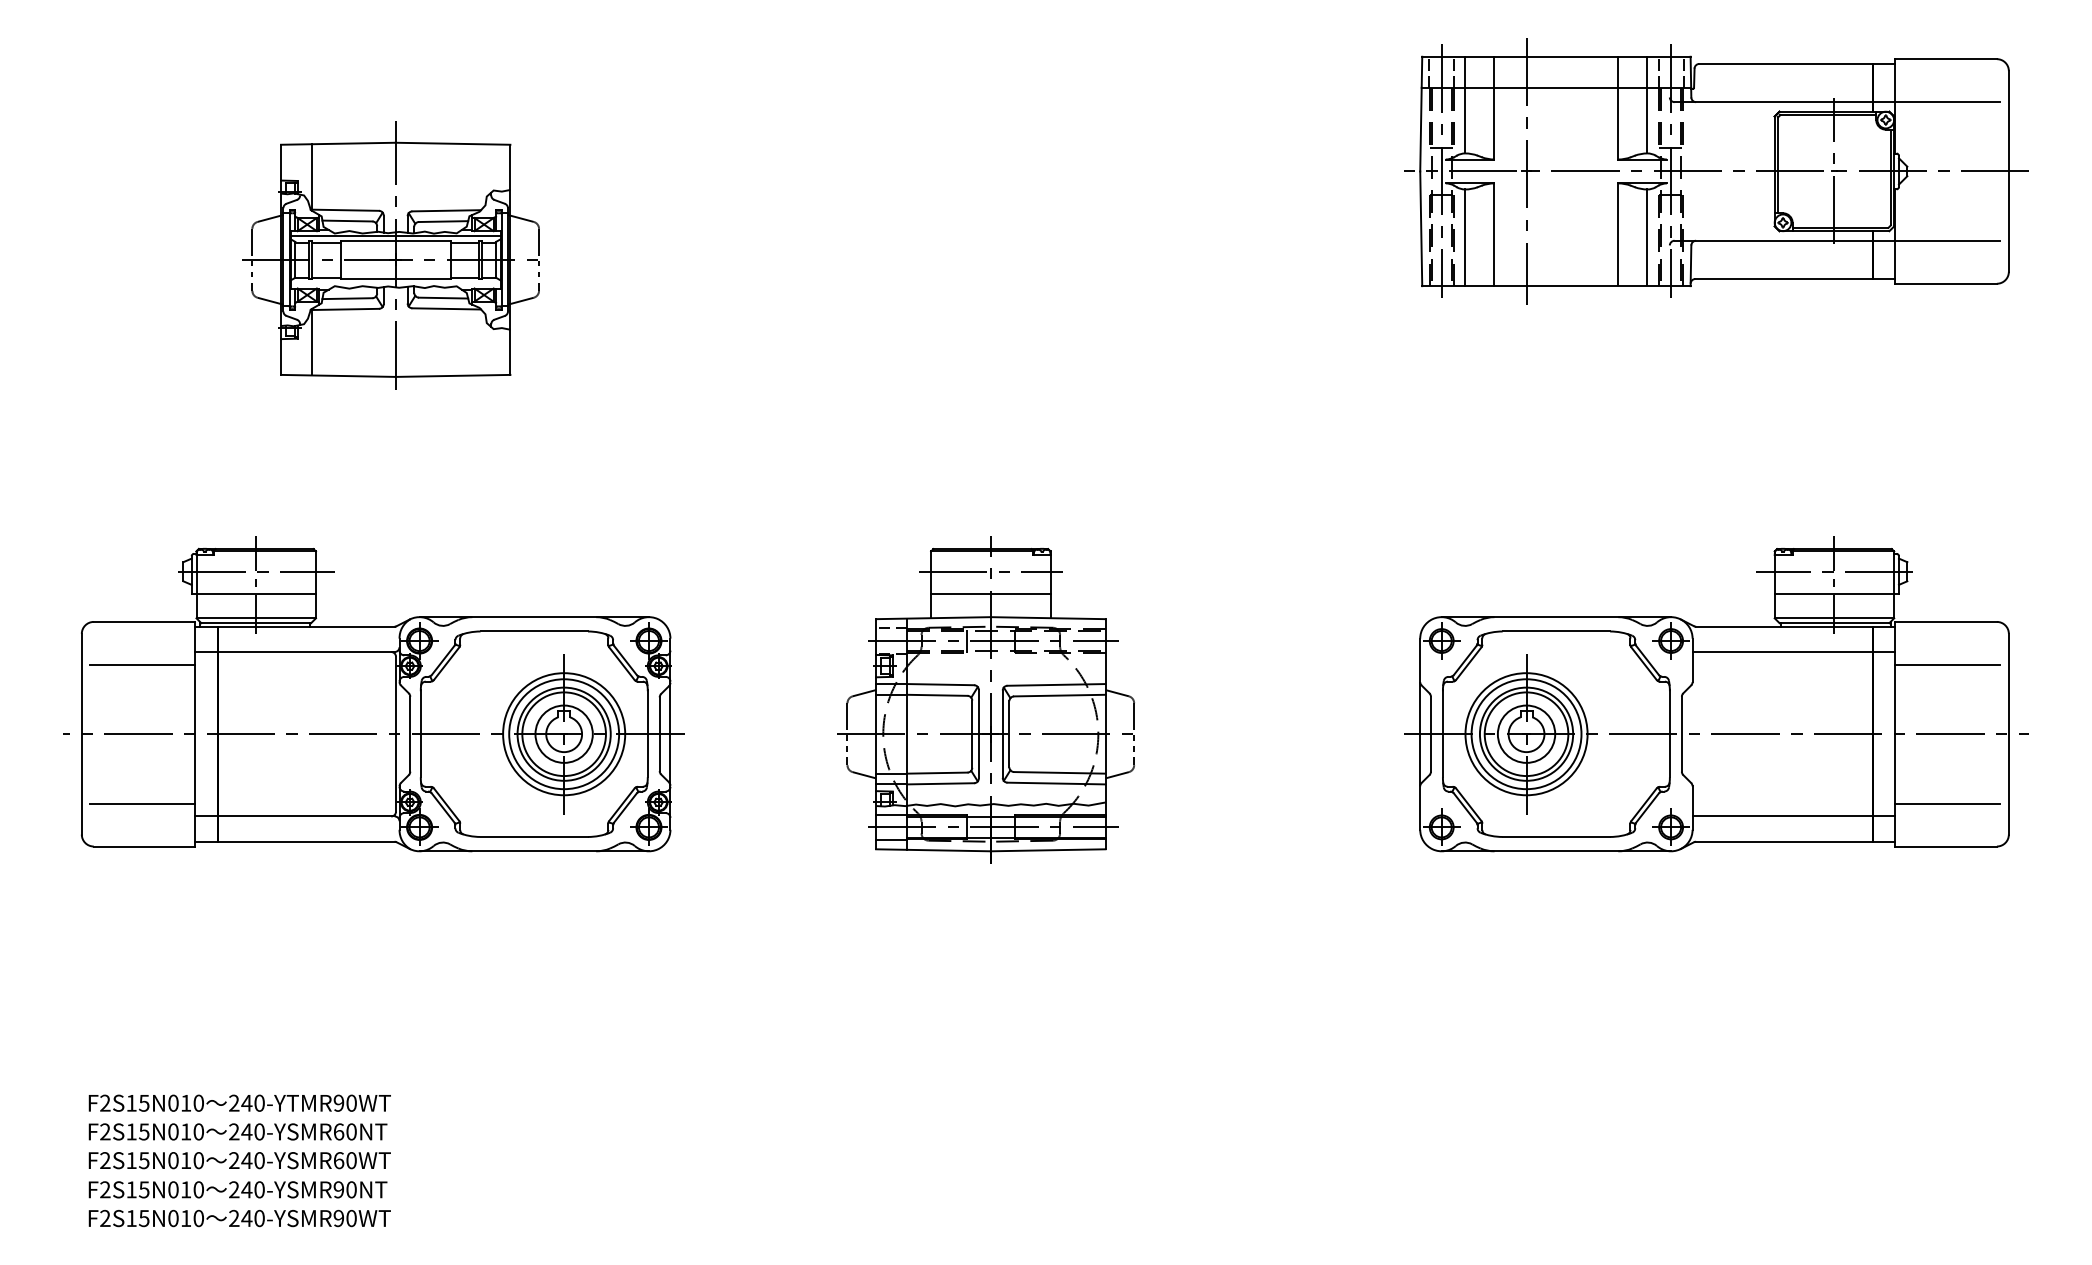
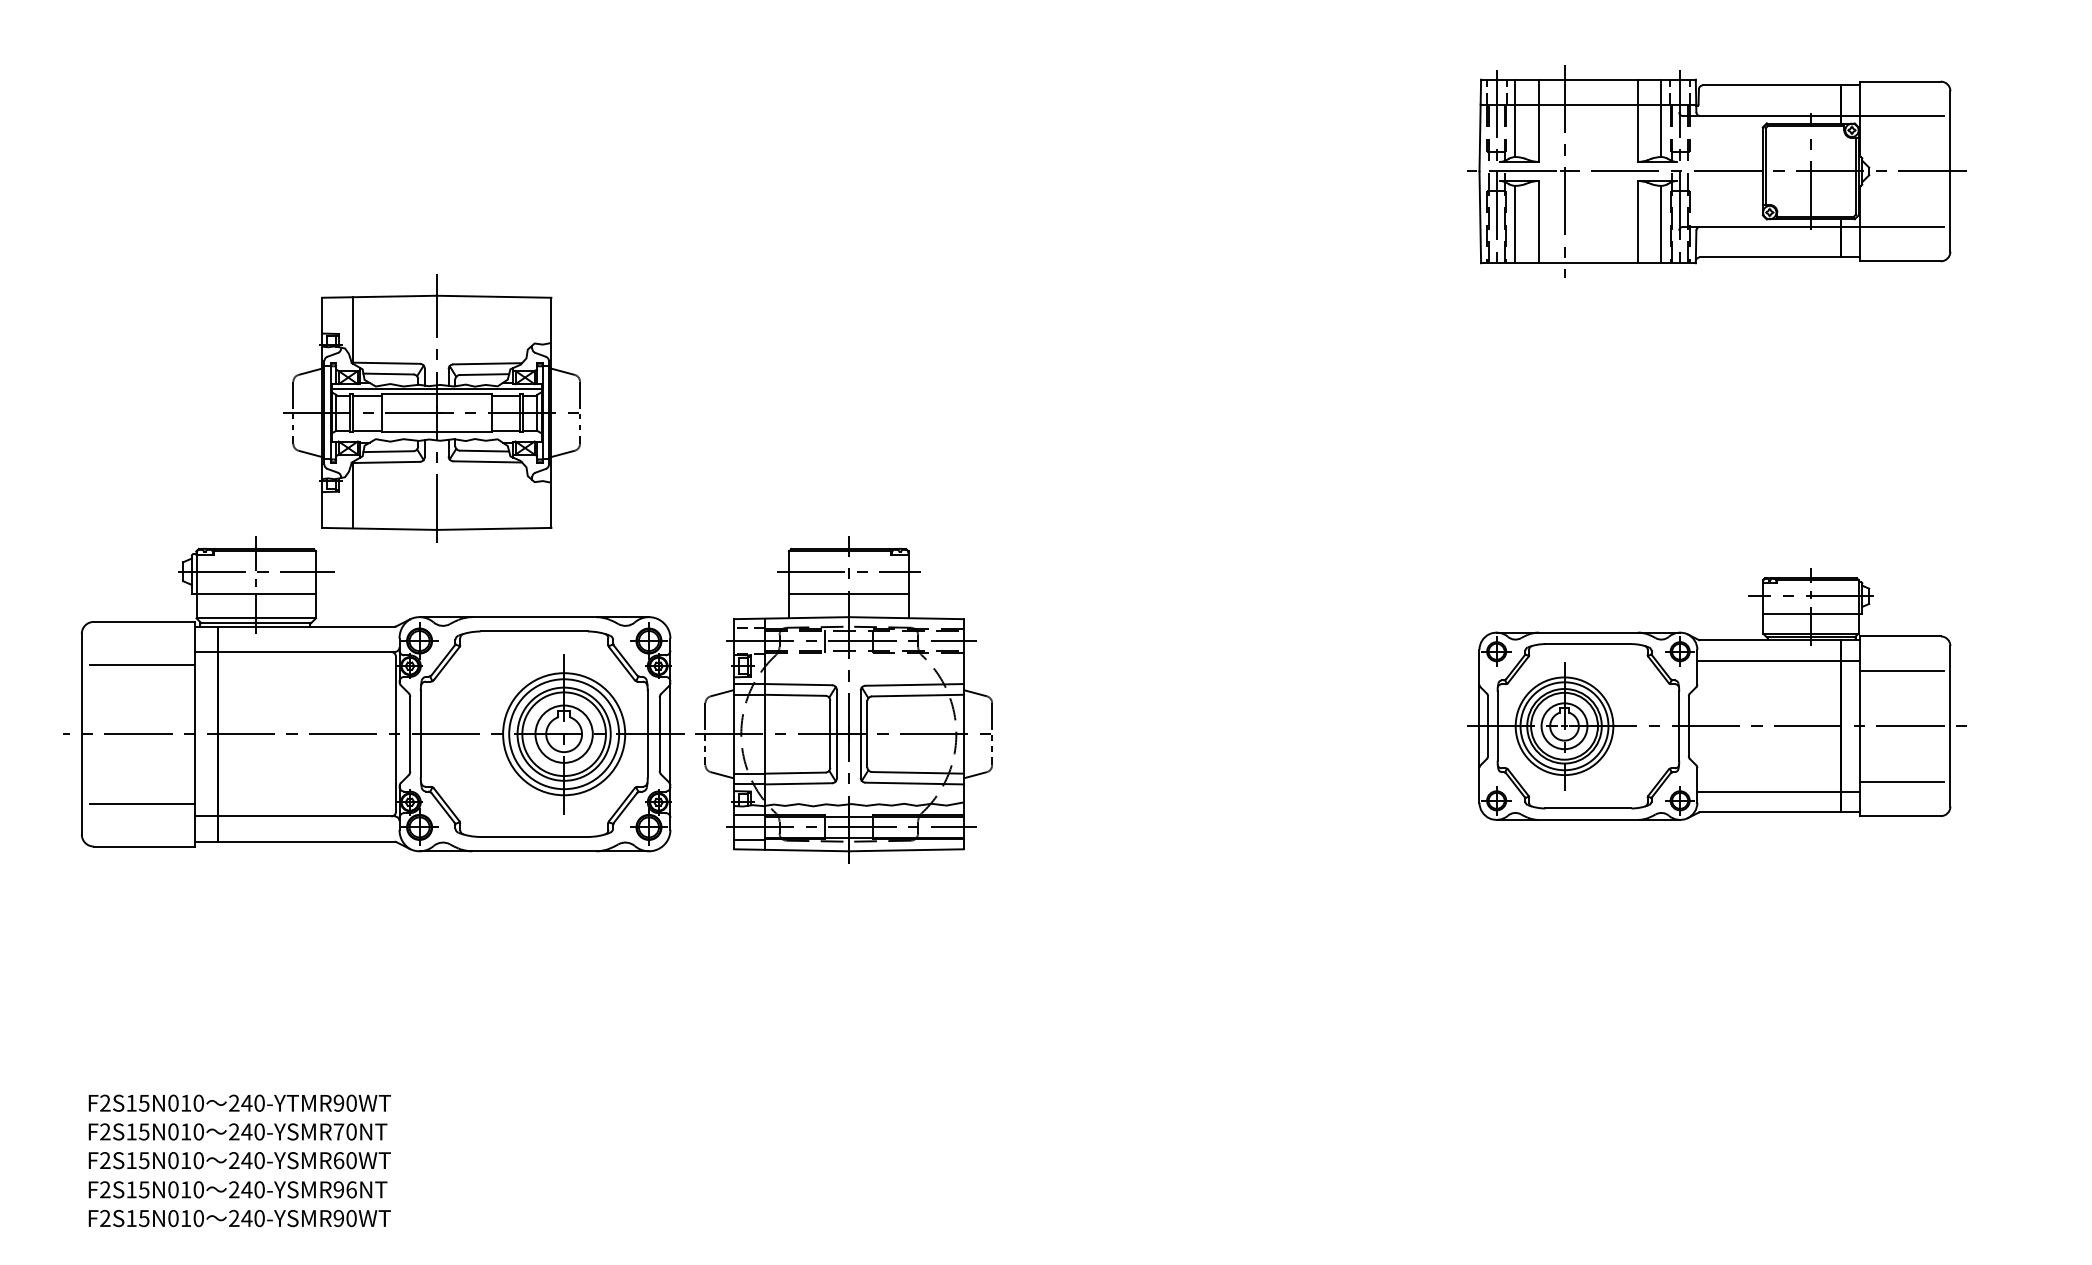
part at (1716, 171) size: 625x267 px -> 500x213 px
part at (390, 255) position: (390, 255) -> (431, 408)
part at (1716, 694) size: 625x317 px -> 500x253 px
part at (985, 699) position: (985, 699) -> (843, 699)
text at (338, 1131): 240-YSMR60NT -> 240-YSMR70NT
text at (351, 1189): 240-YSMR90NT -> 240-YSMR96NT
